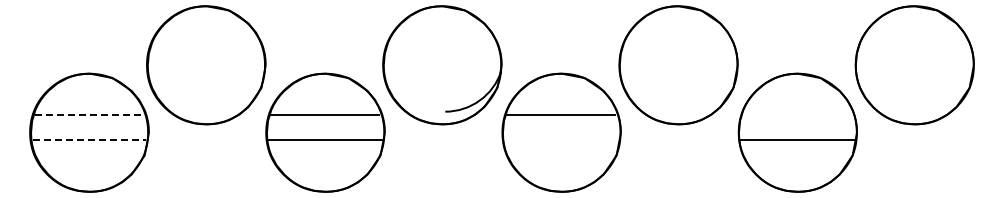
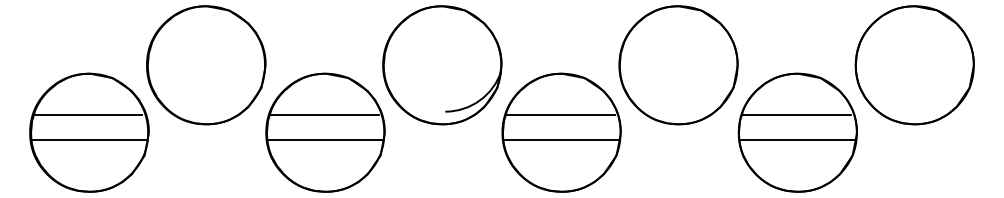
line at (88, 115): dashed -> solid
line at (796, 115): none -> present
line at (89, 140): dashed -> solid
line at (560, 140): none -> present
